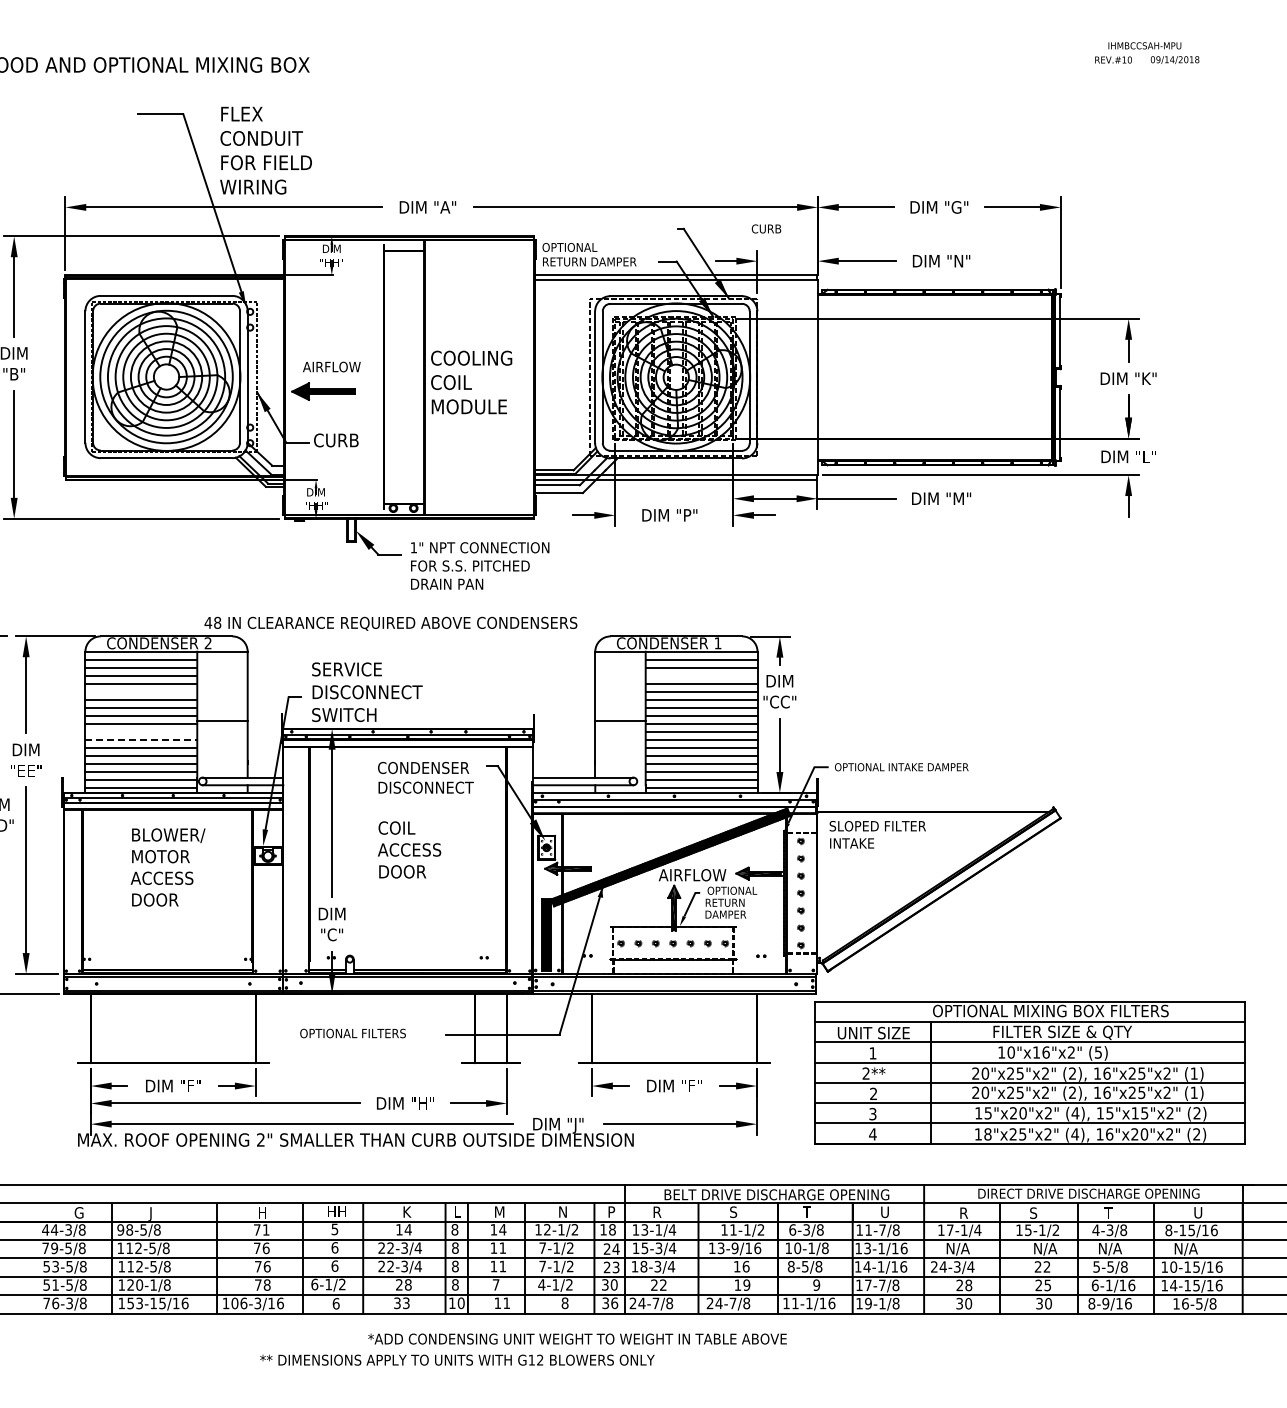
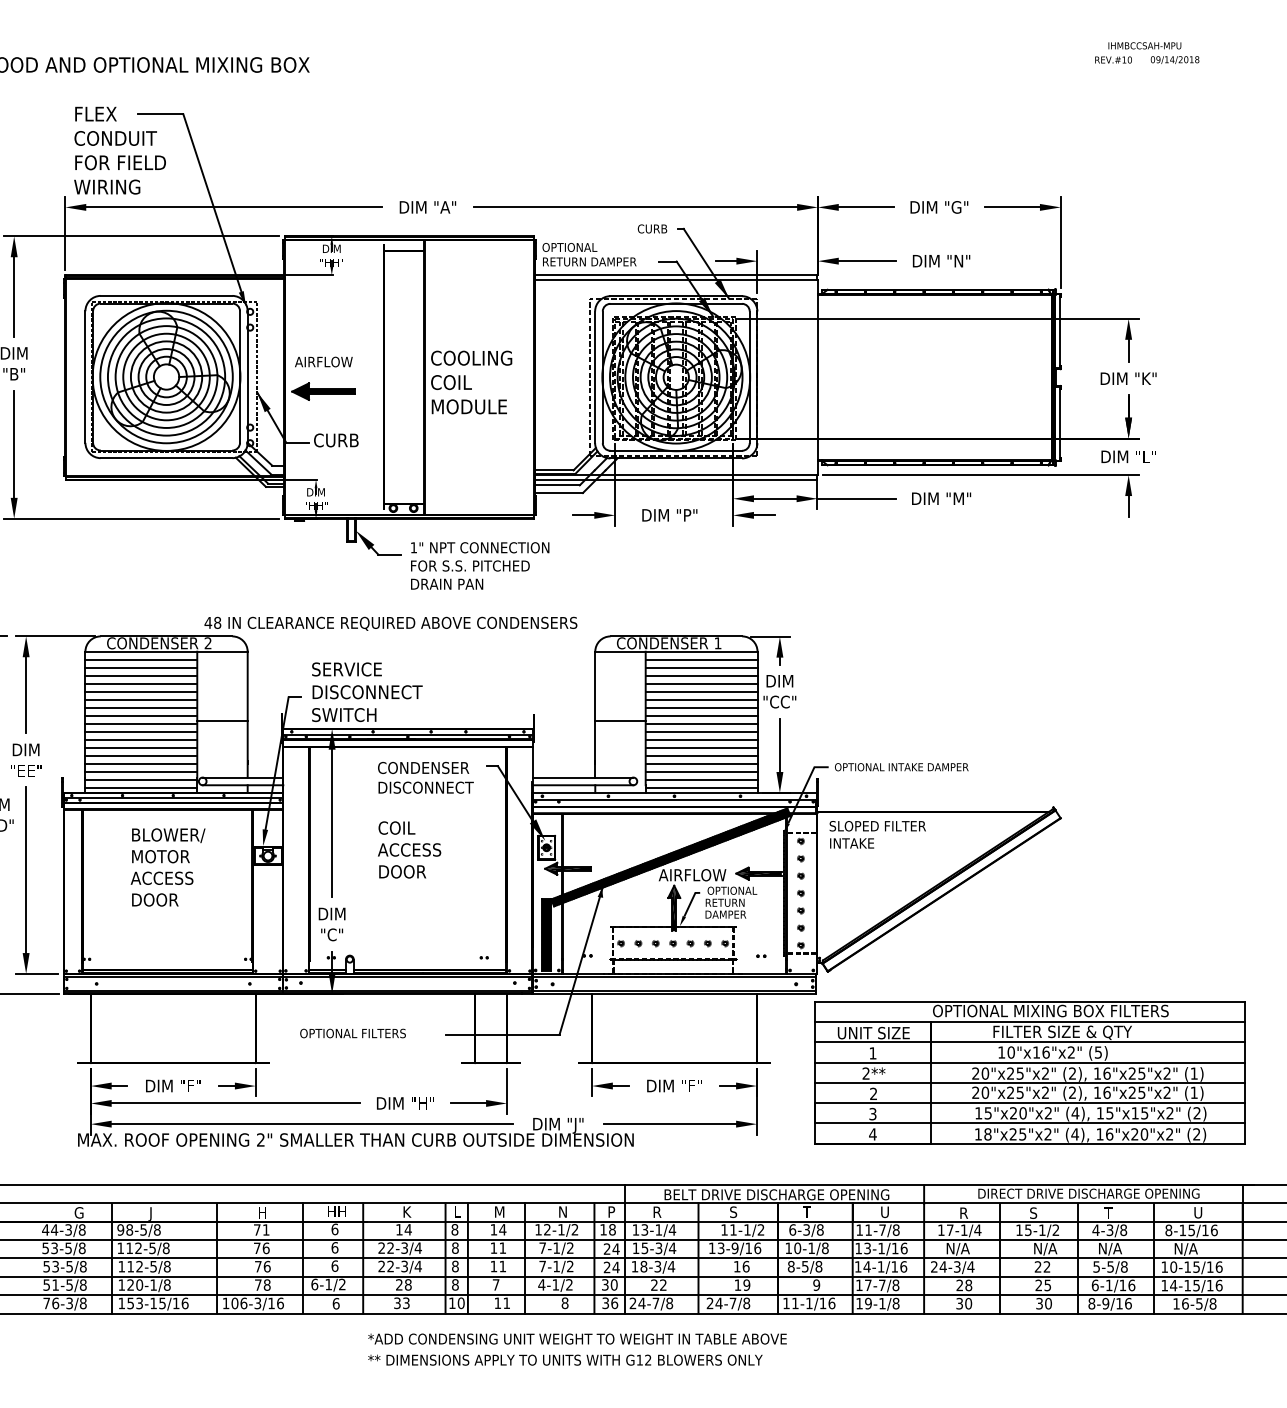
text at (265, 150) position: (265, 150) -> (119, 150)
text at (766, 228) position: (766, 228) -> (652, 228)
text at (331, 366) position: (331, 366) -> (323, 361)
line at (701, 675): none -> present
line at (141, 691): none -> present
line at (141, 732): none -> present
line at (141, 740): dashed -> solid
text at (334, 1229): 5 -> 6
text at (50, 1248): 79-5/8 -> 53-5/8
text at (615, 1267): 23 -> 24
text at (457, 1359) position: (457, 1359) -> (565, 1359)
